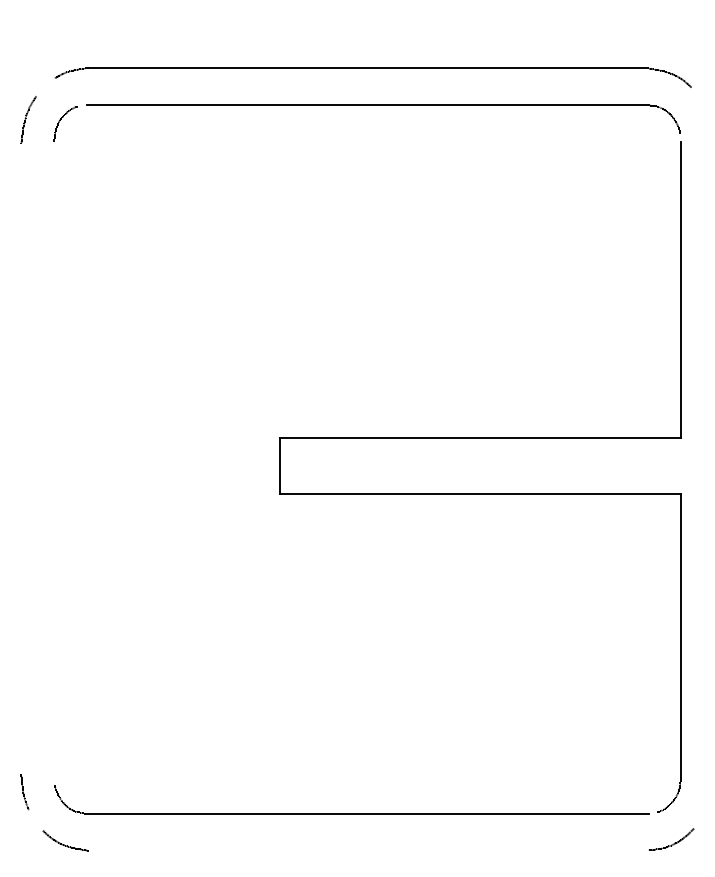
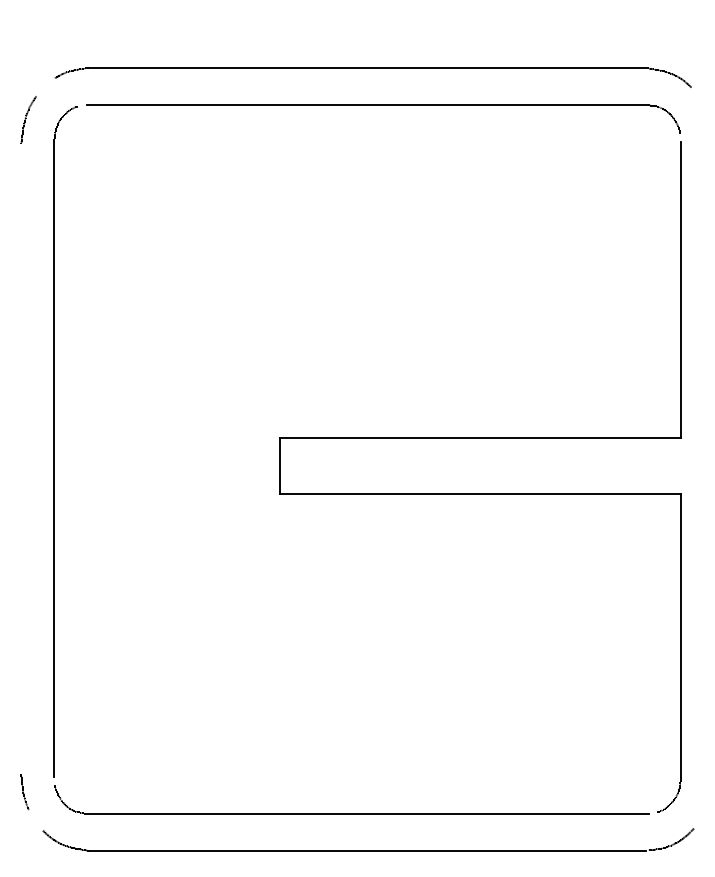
line at (54, 459): none -> present
line at (367, 850): none -> present
